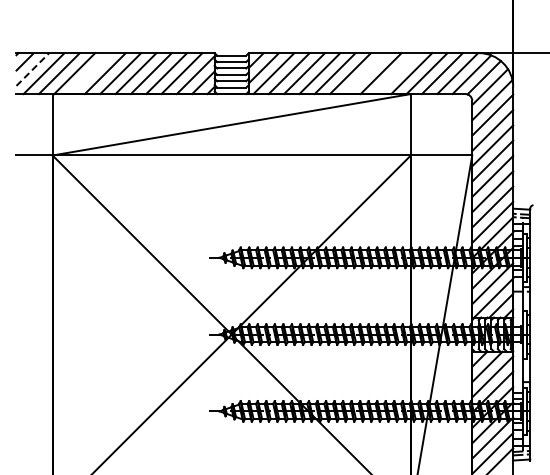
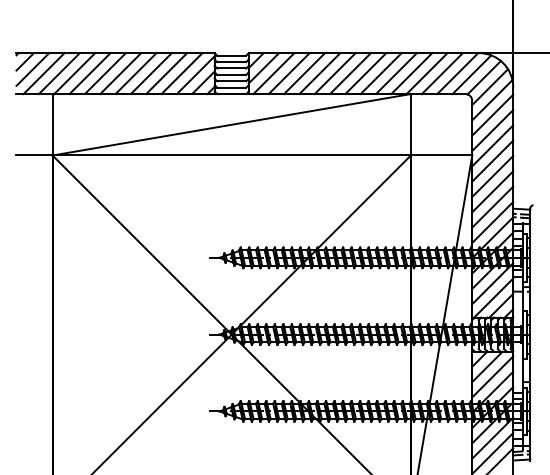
line at (33, 69): dashed -> solid
line at (89, 73): none -> present
line at (365, 73): none -> present
line at (395, 73): none -> present
